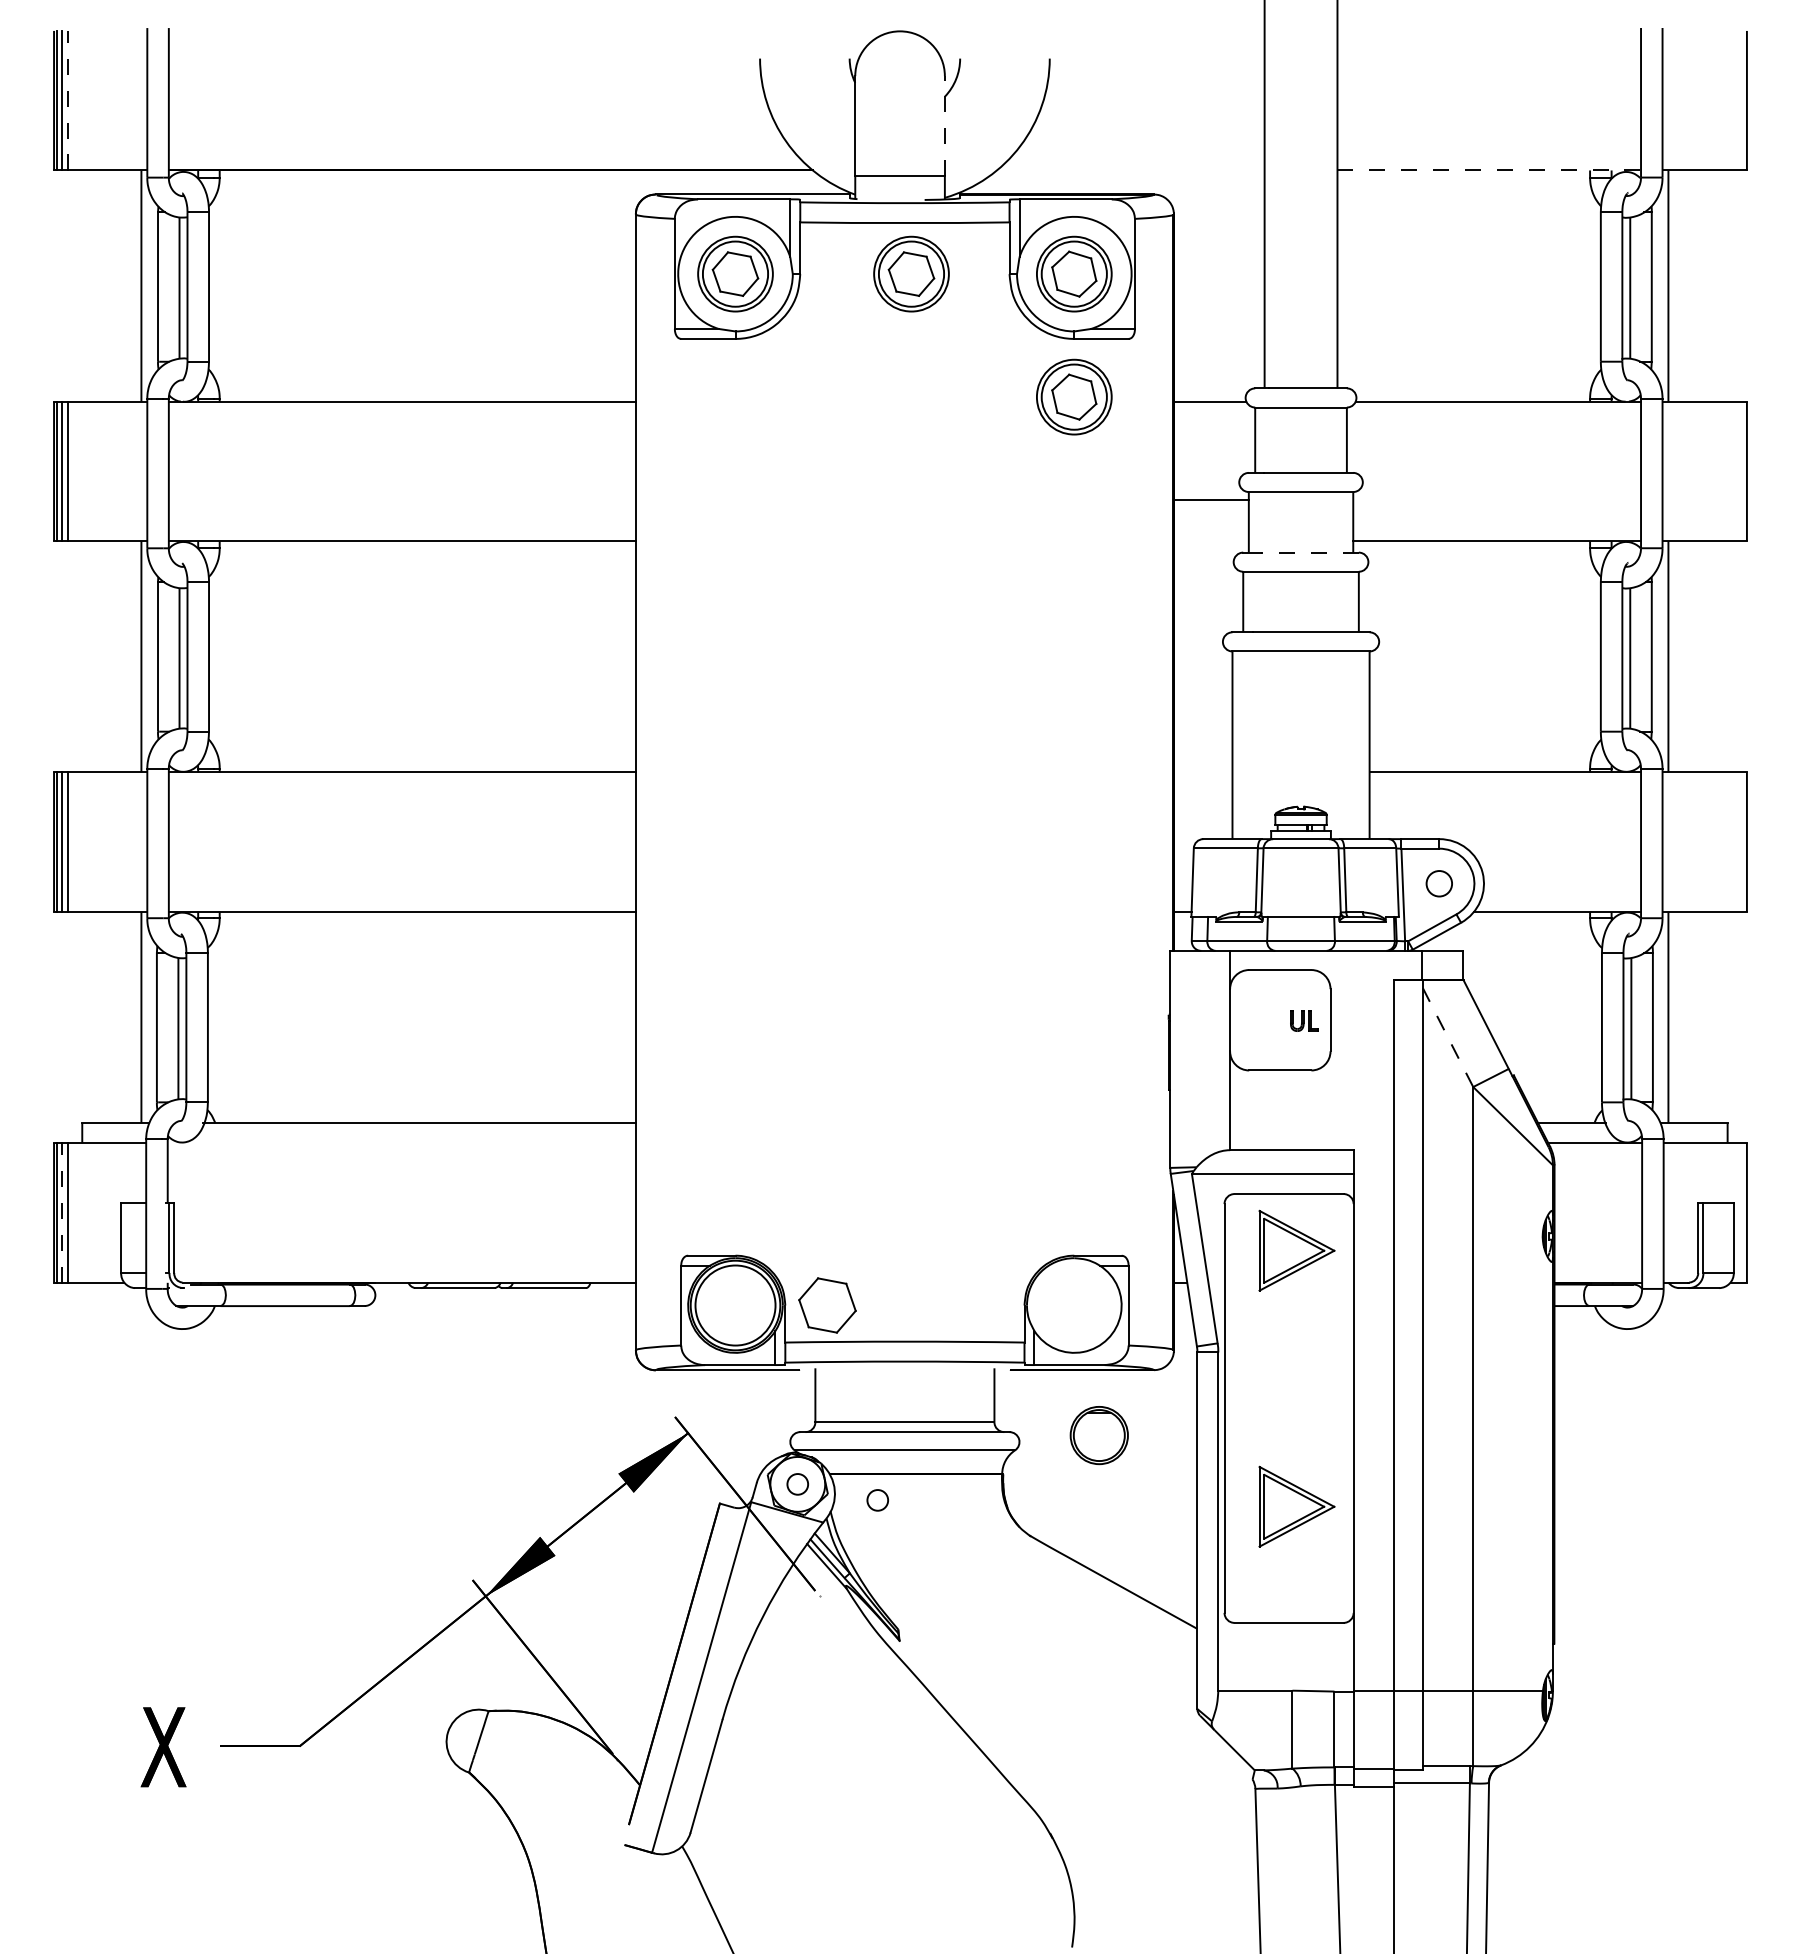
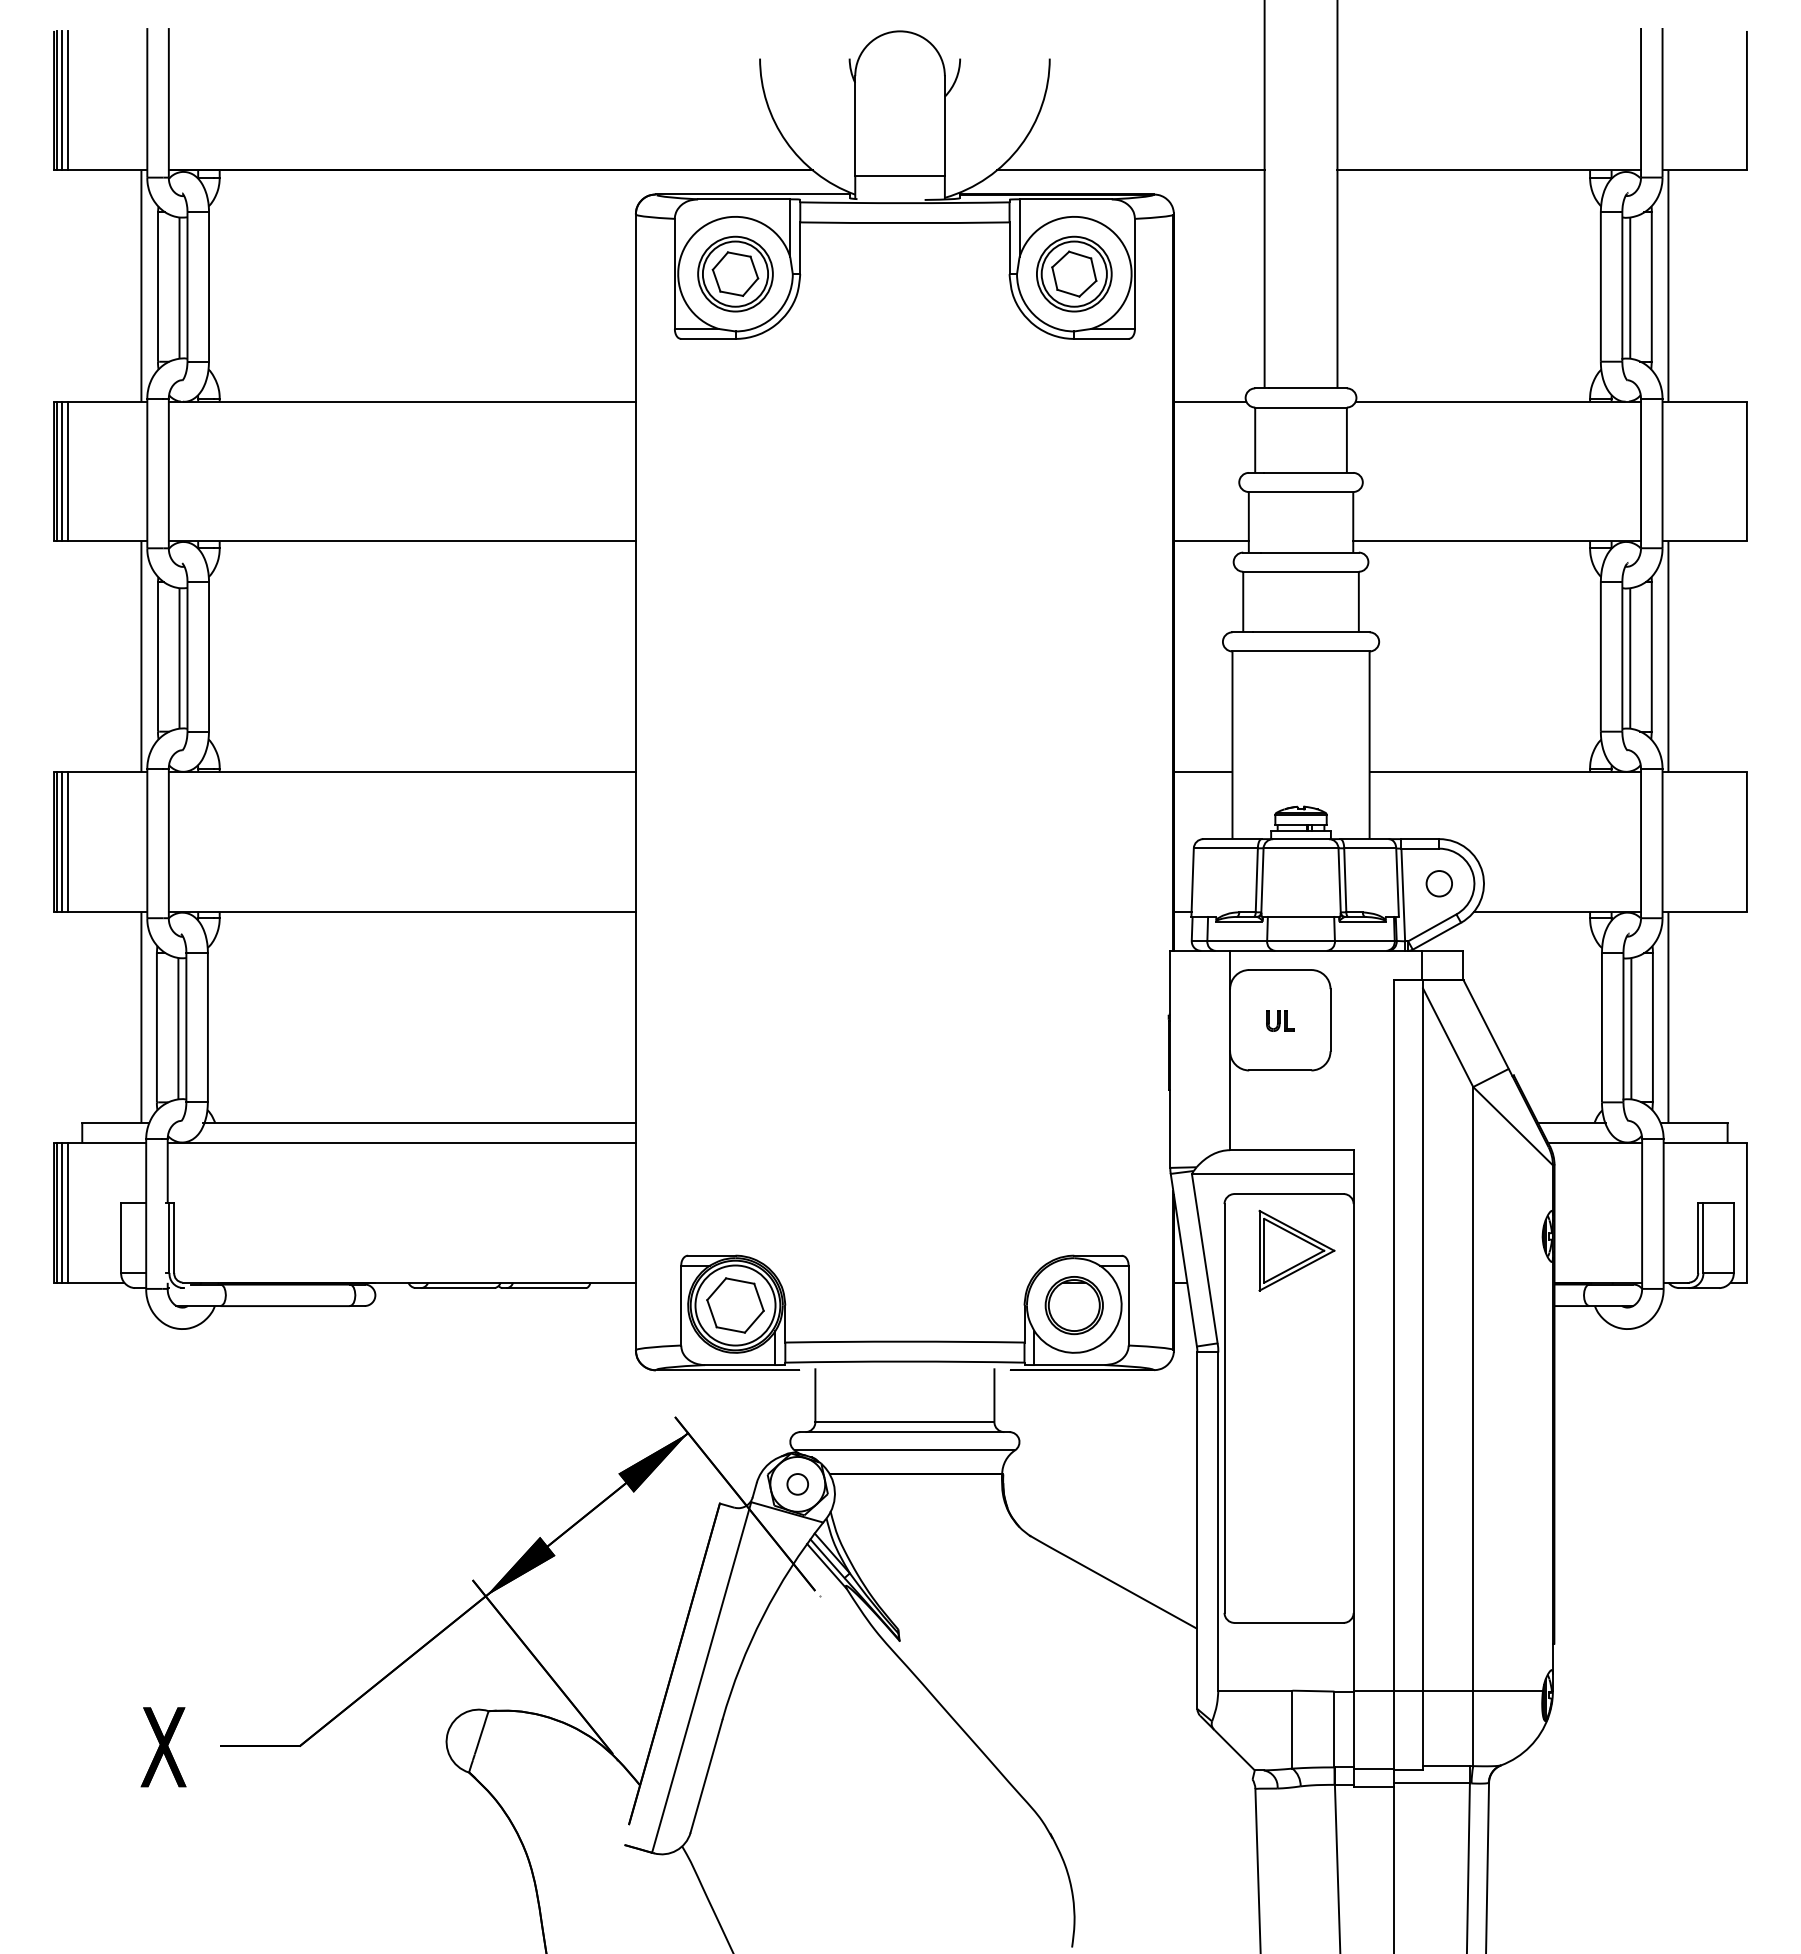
line at (67, 100): dashed -> solid
line at (944, 125): dashed -> solid
line at (1130, 170): none -> present
line at (1489, 170): dashed -> solid
part at (911, 273): present -> none
part at (1074, 396): present -> none
line at (1210, 500) position: (1210, 500) -> (1210, 541)
line at (1309, 552): dashed -> solid
line at (1202, 772): none -> present
part at (1304, 1020) position: (1304, 1020) -> (1280, 1020)
line at (1447, 1037): dashed -> solid
line at (401, 1143): none -> present
line at (62, 1212): dashed -> solid
part at (827, 1305) position: (827, 1305) -> (735, 1305)
part at (1098, 1435) position: (1098, 1435) -> (1073, 1305)
circle at (877, 1500): present -> none
part at (1296, 1506): present -> none
